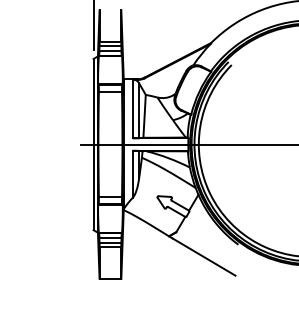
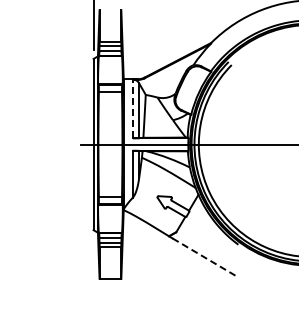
line at (132, 108): solid -> dashed
line at (204, 257): solid -> dashed
